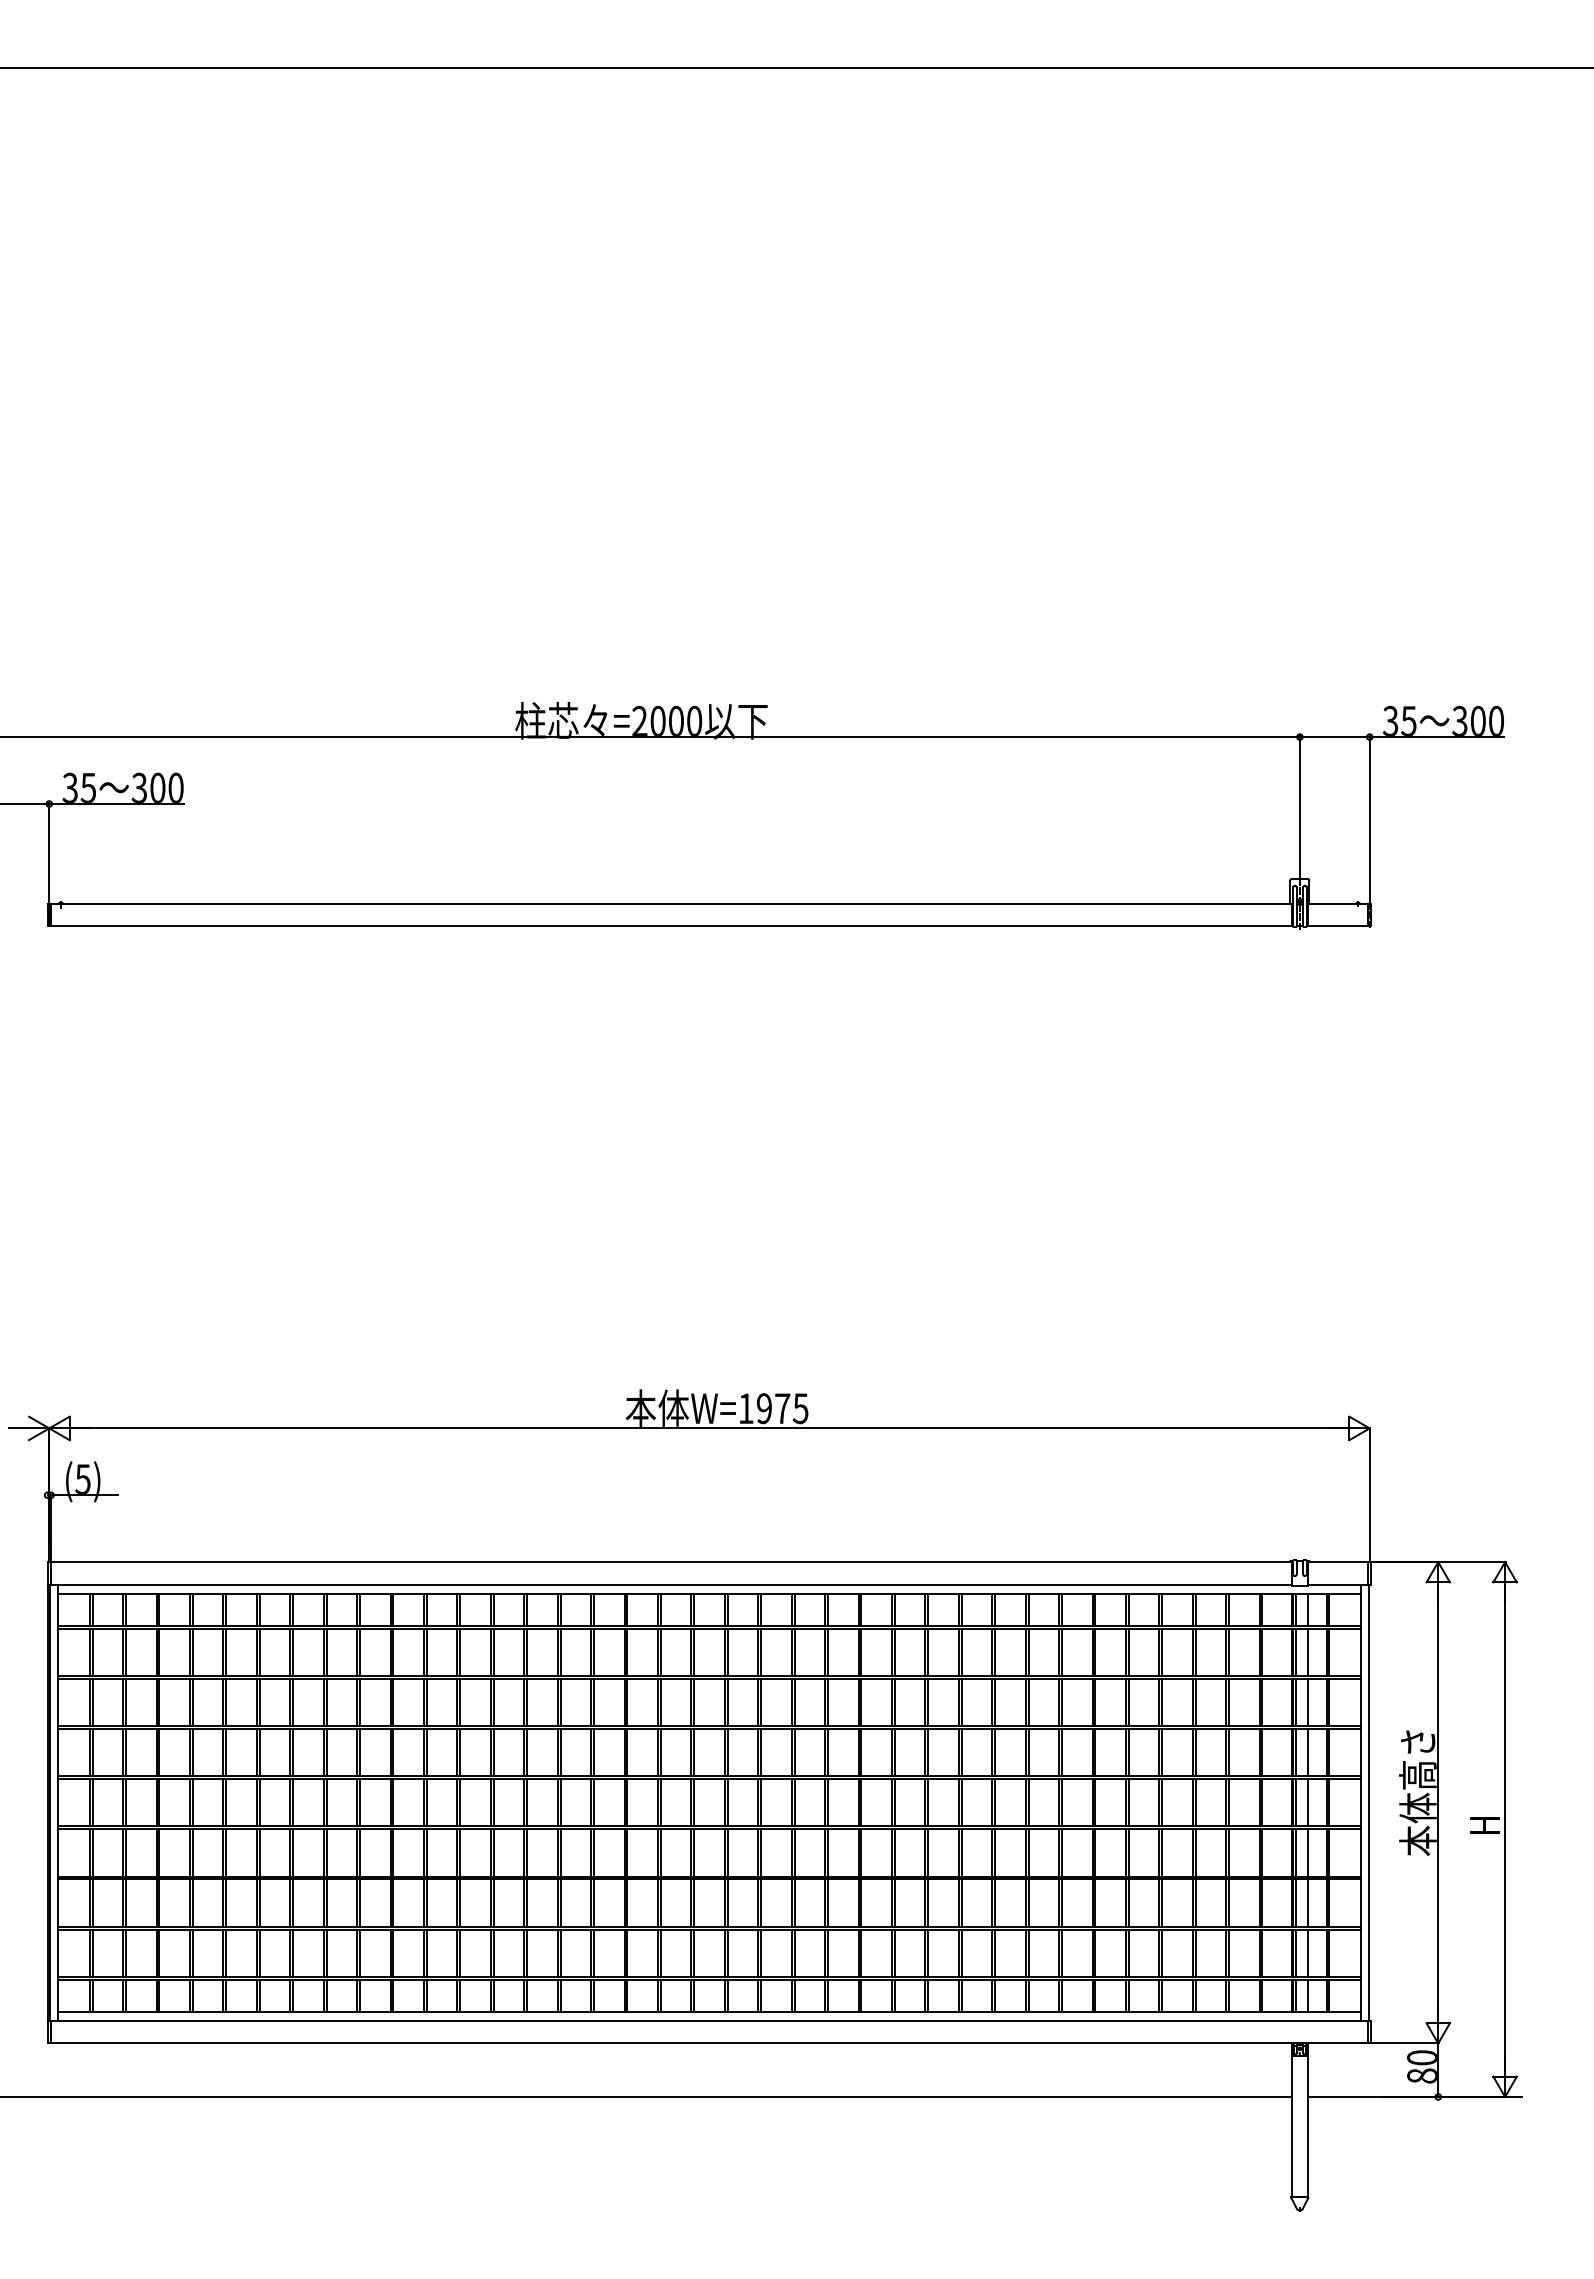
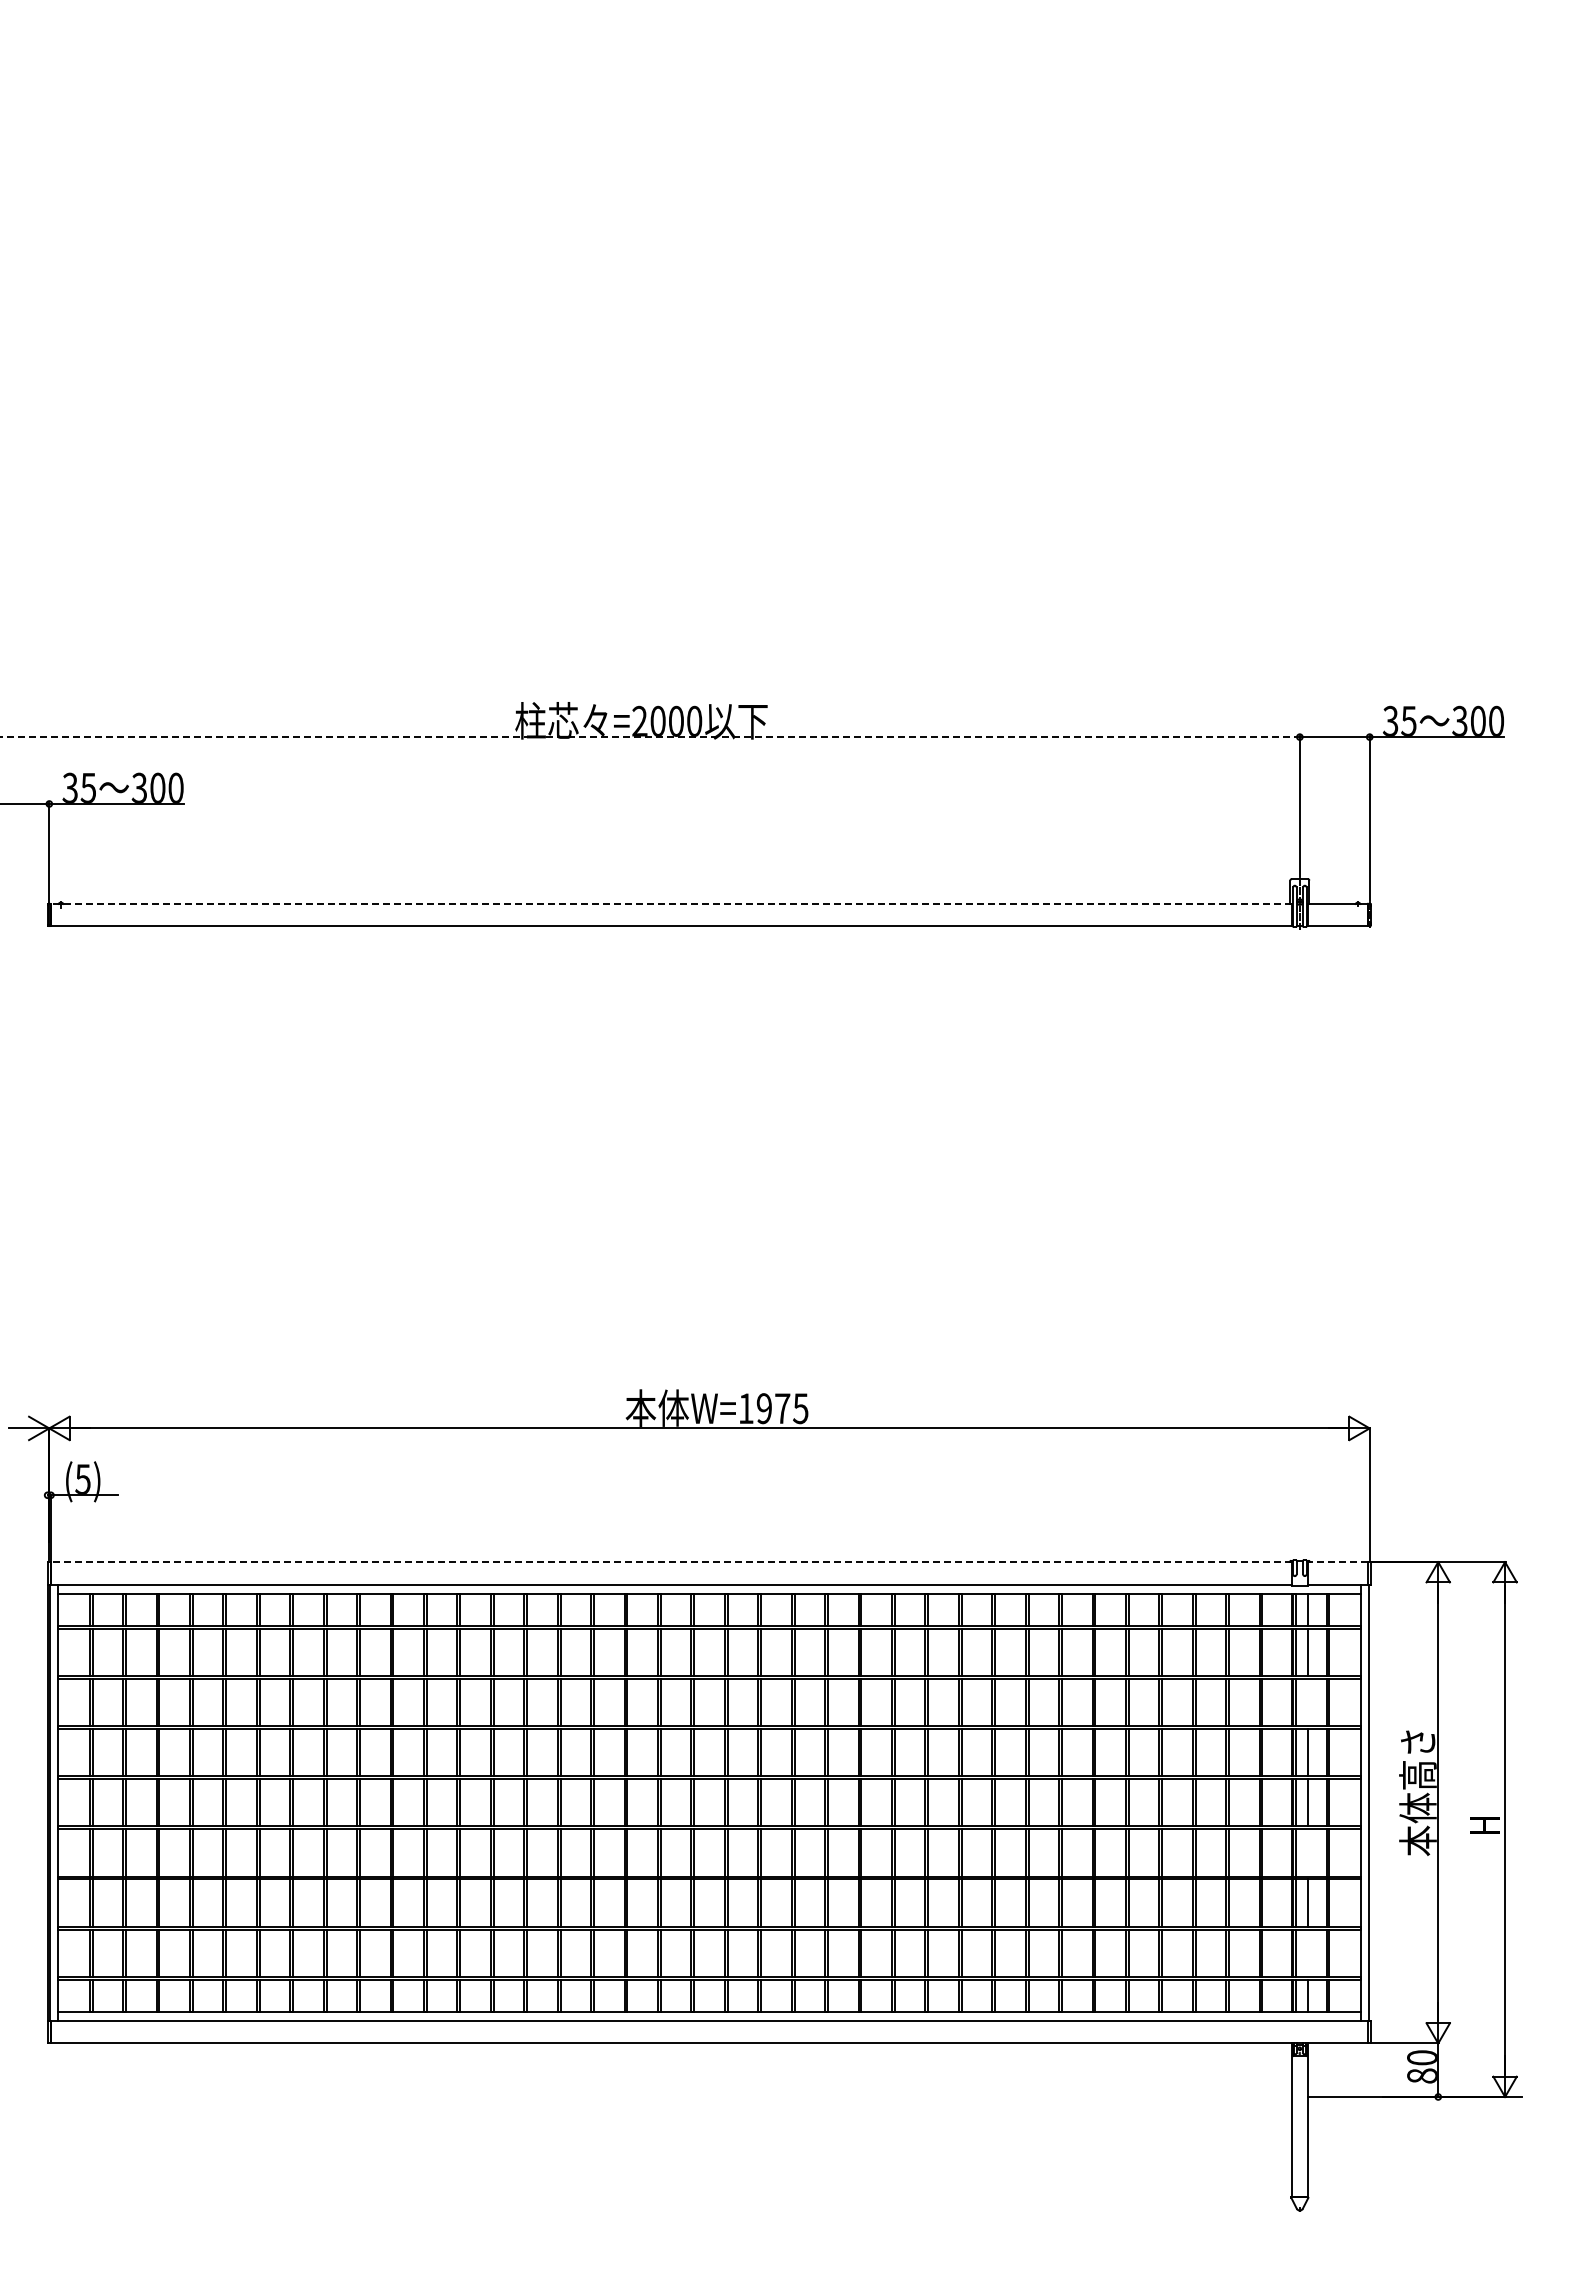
line at (796, 68): present -> none
line at (650, 737): solid -> dashed
line at (670, 904): solid -> dashed
line at (670, 1562): solid -> dashed
line at (1338, 1562): solid -> dashed
line at (1308, 1702): present -> none
line at (1308, 1852): present -> none
line at (1308, 1952): present -> none
line at (646, 2096): present -> none
